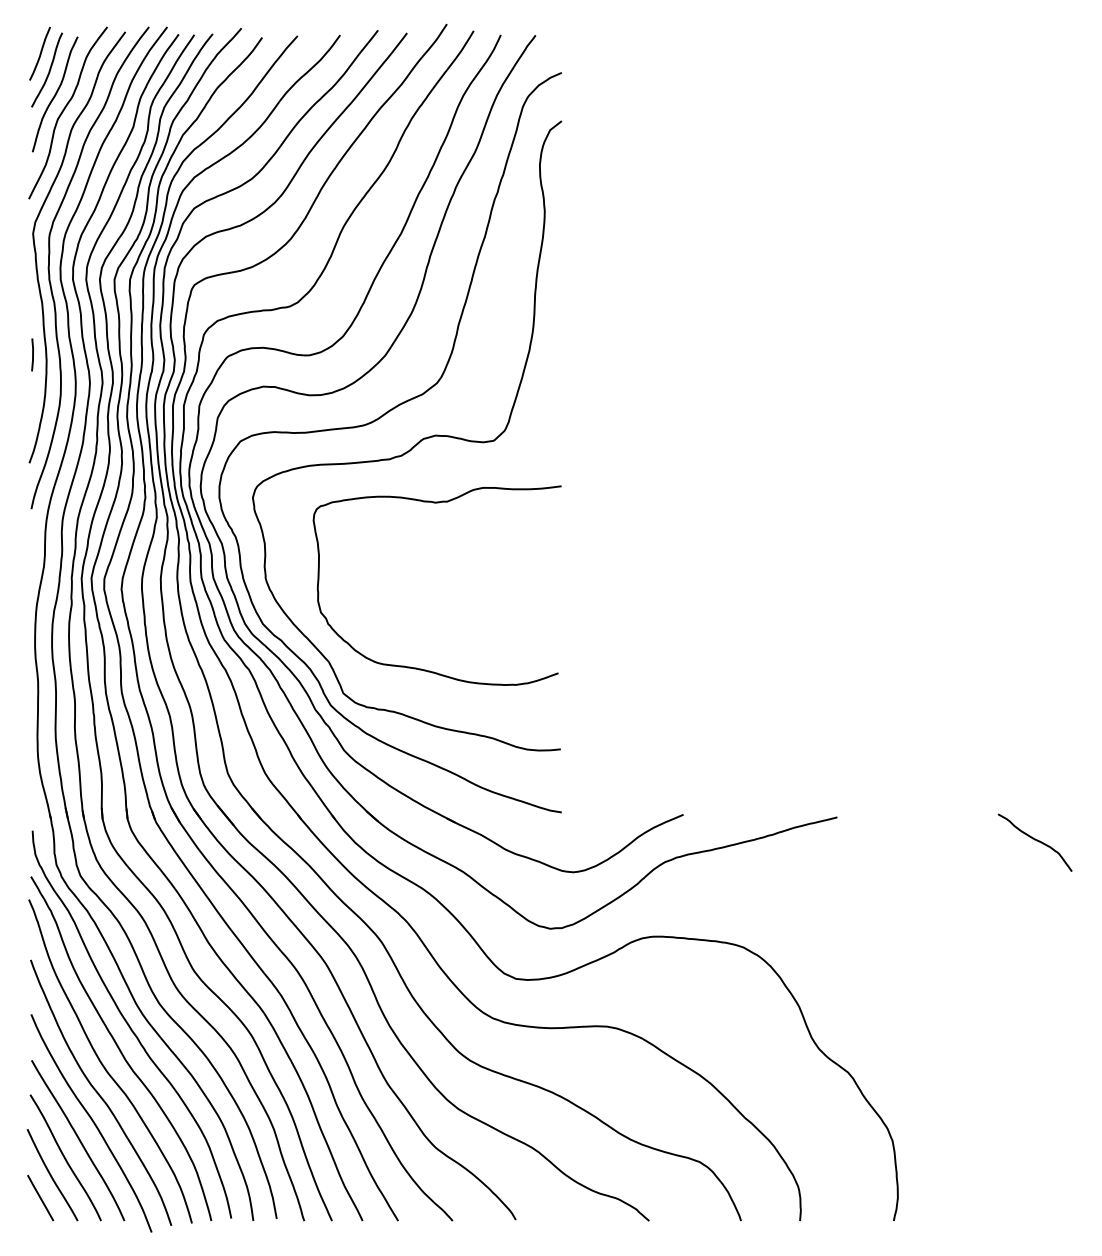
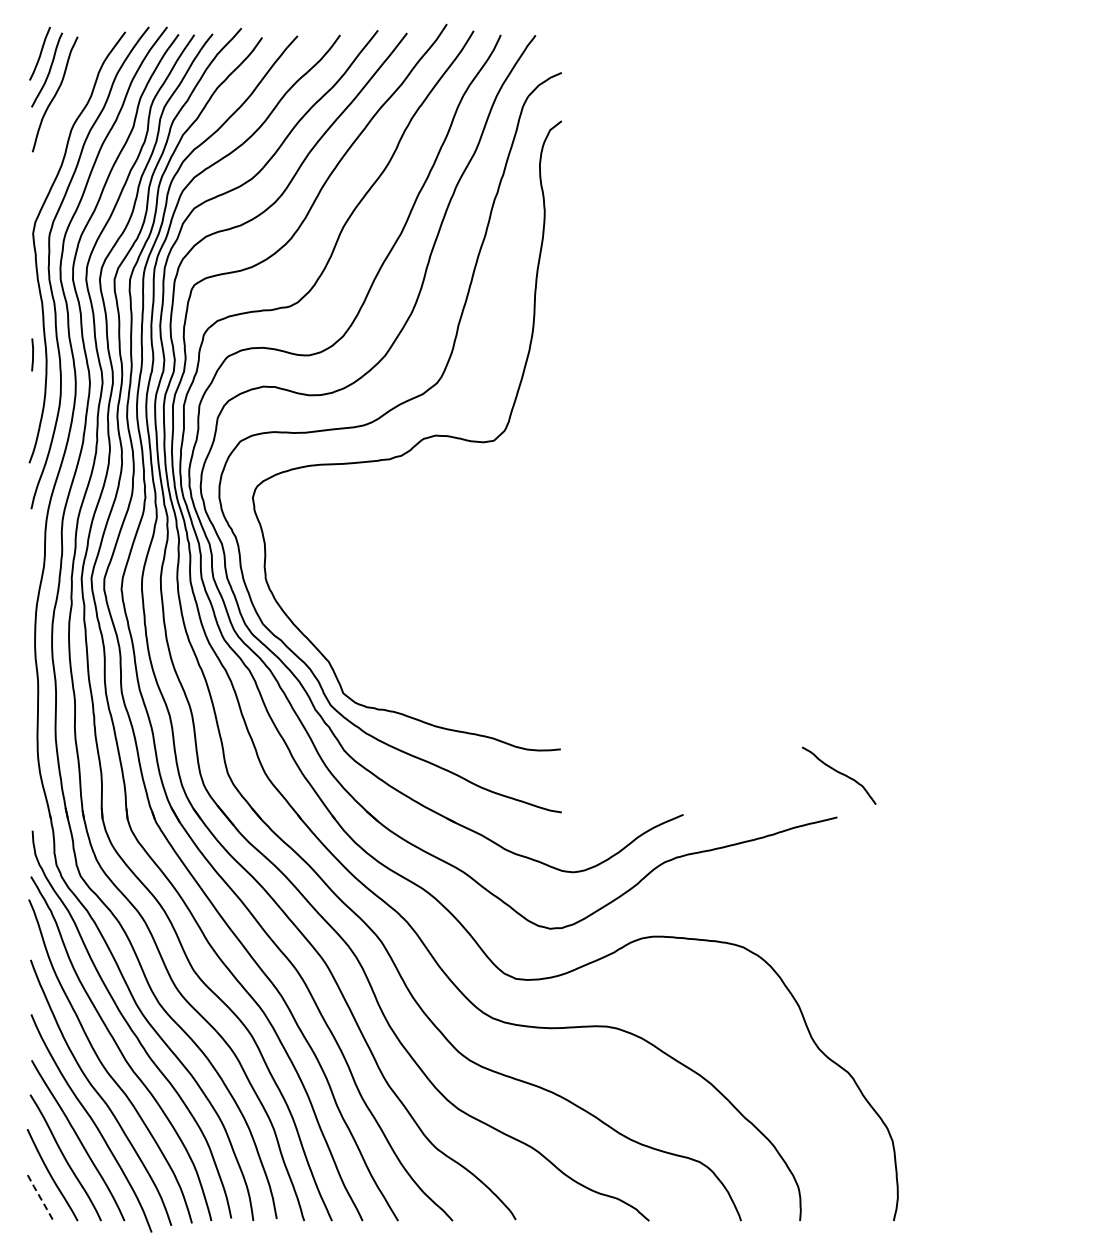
curve at (65, 109): present -> none
curve at (436, 503): present -> none
curve at (1036, 841) position: (1036, 841) -> (840, 774)
line at (40, 1198): solid -> dashed
